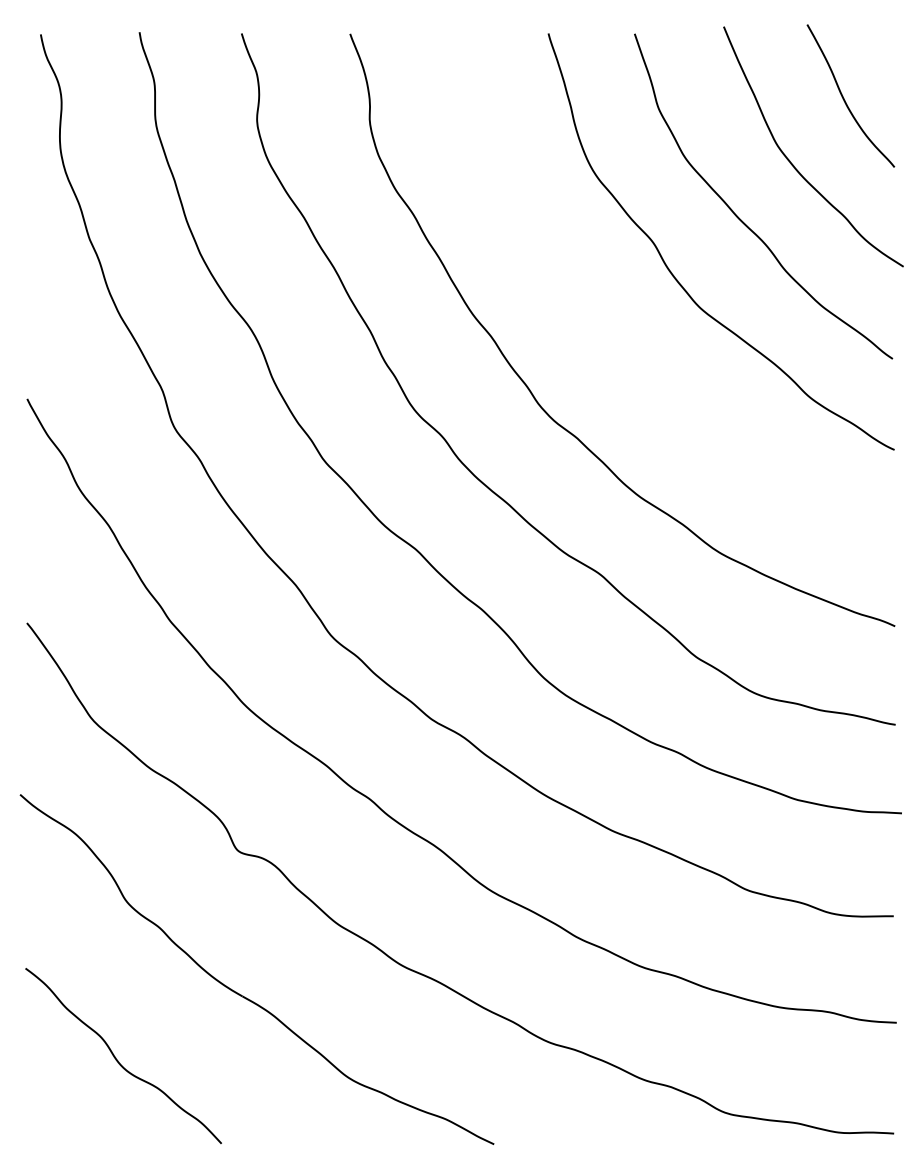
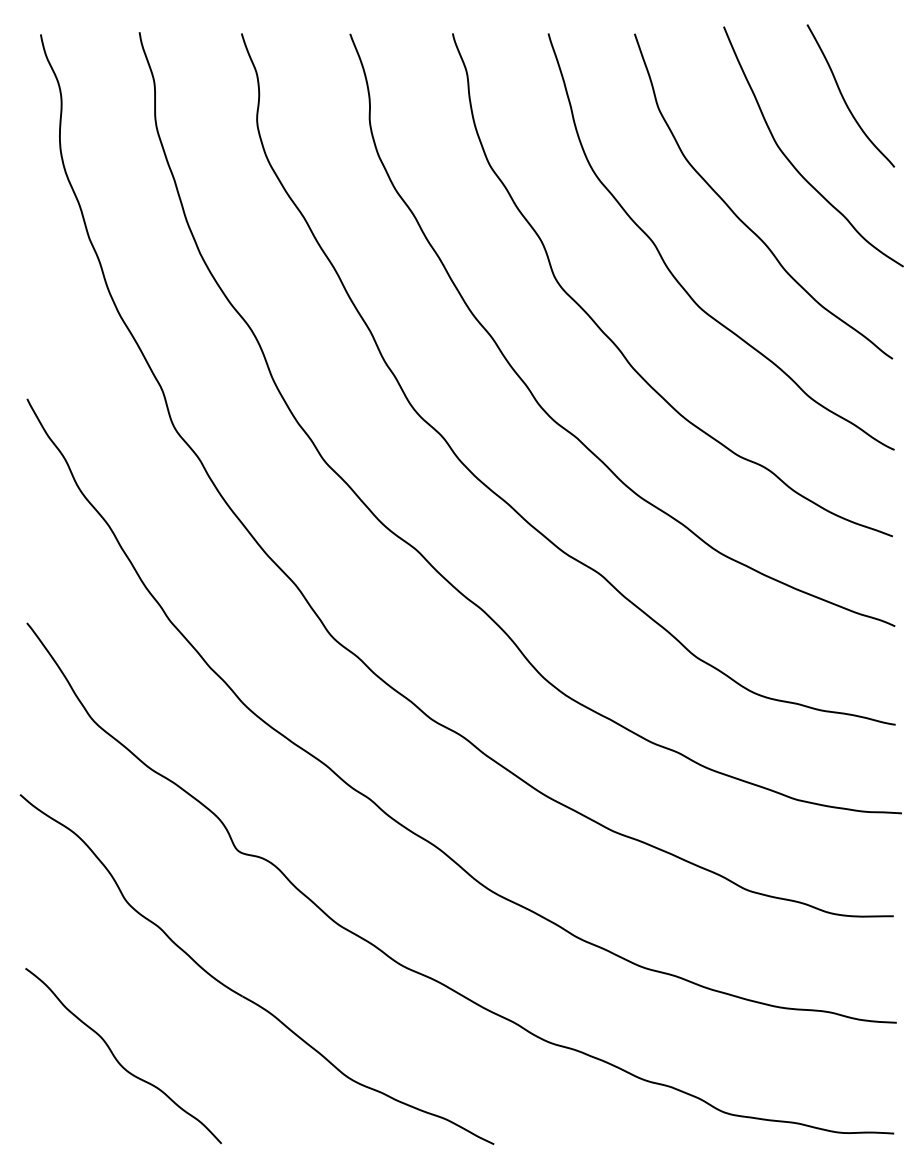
curve at (614, 342): none -> present
